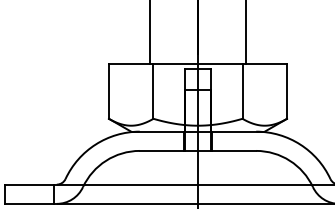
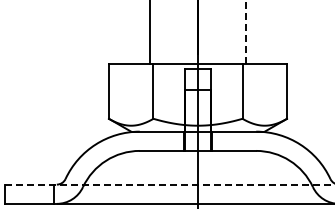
line at (246, 32): solid -> dashed
line at (170, 184): solid -> dashed
